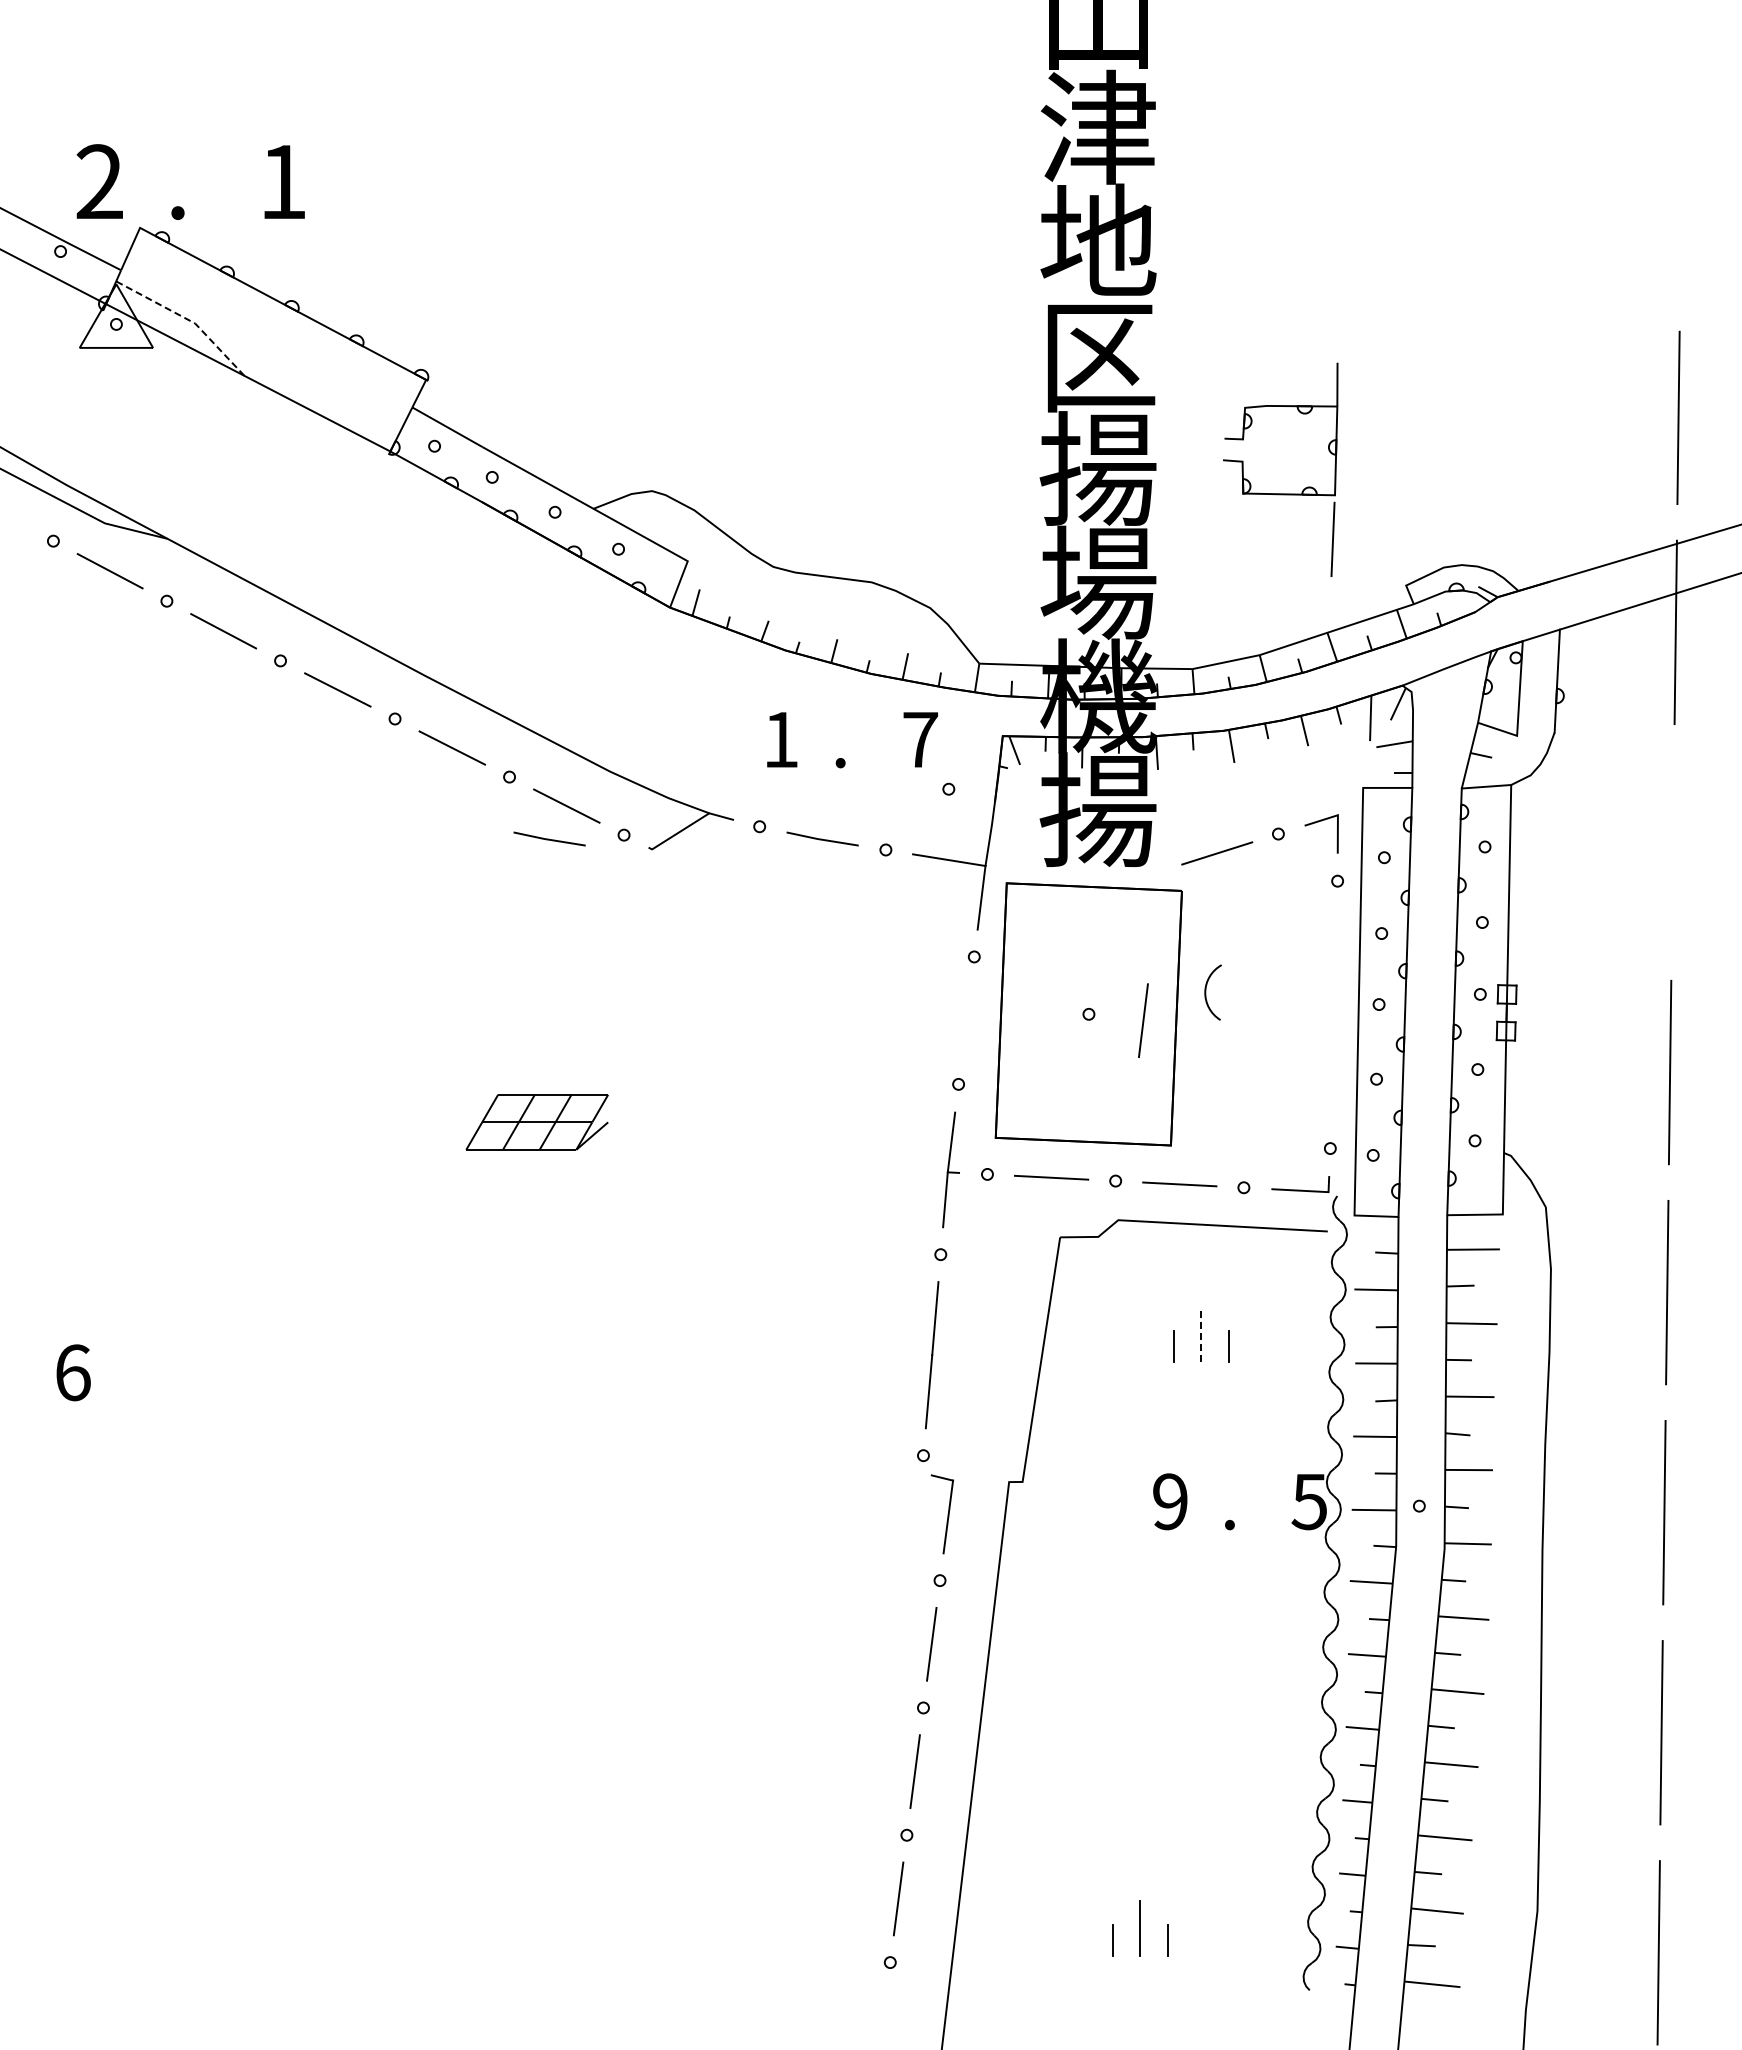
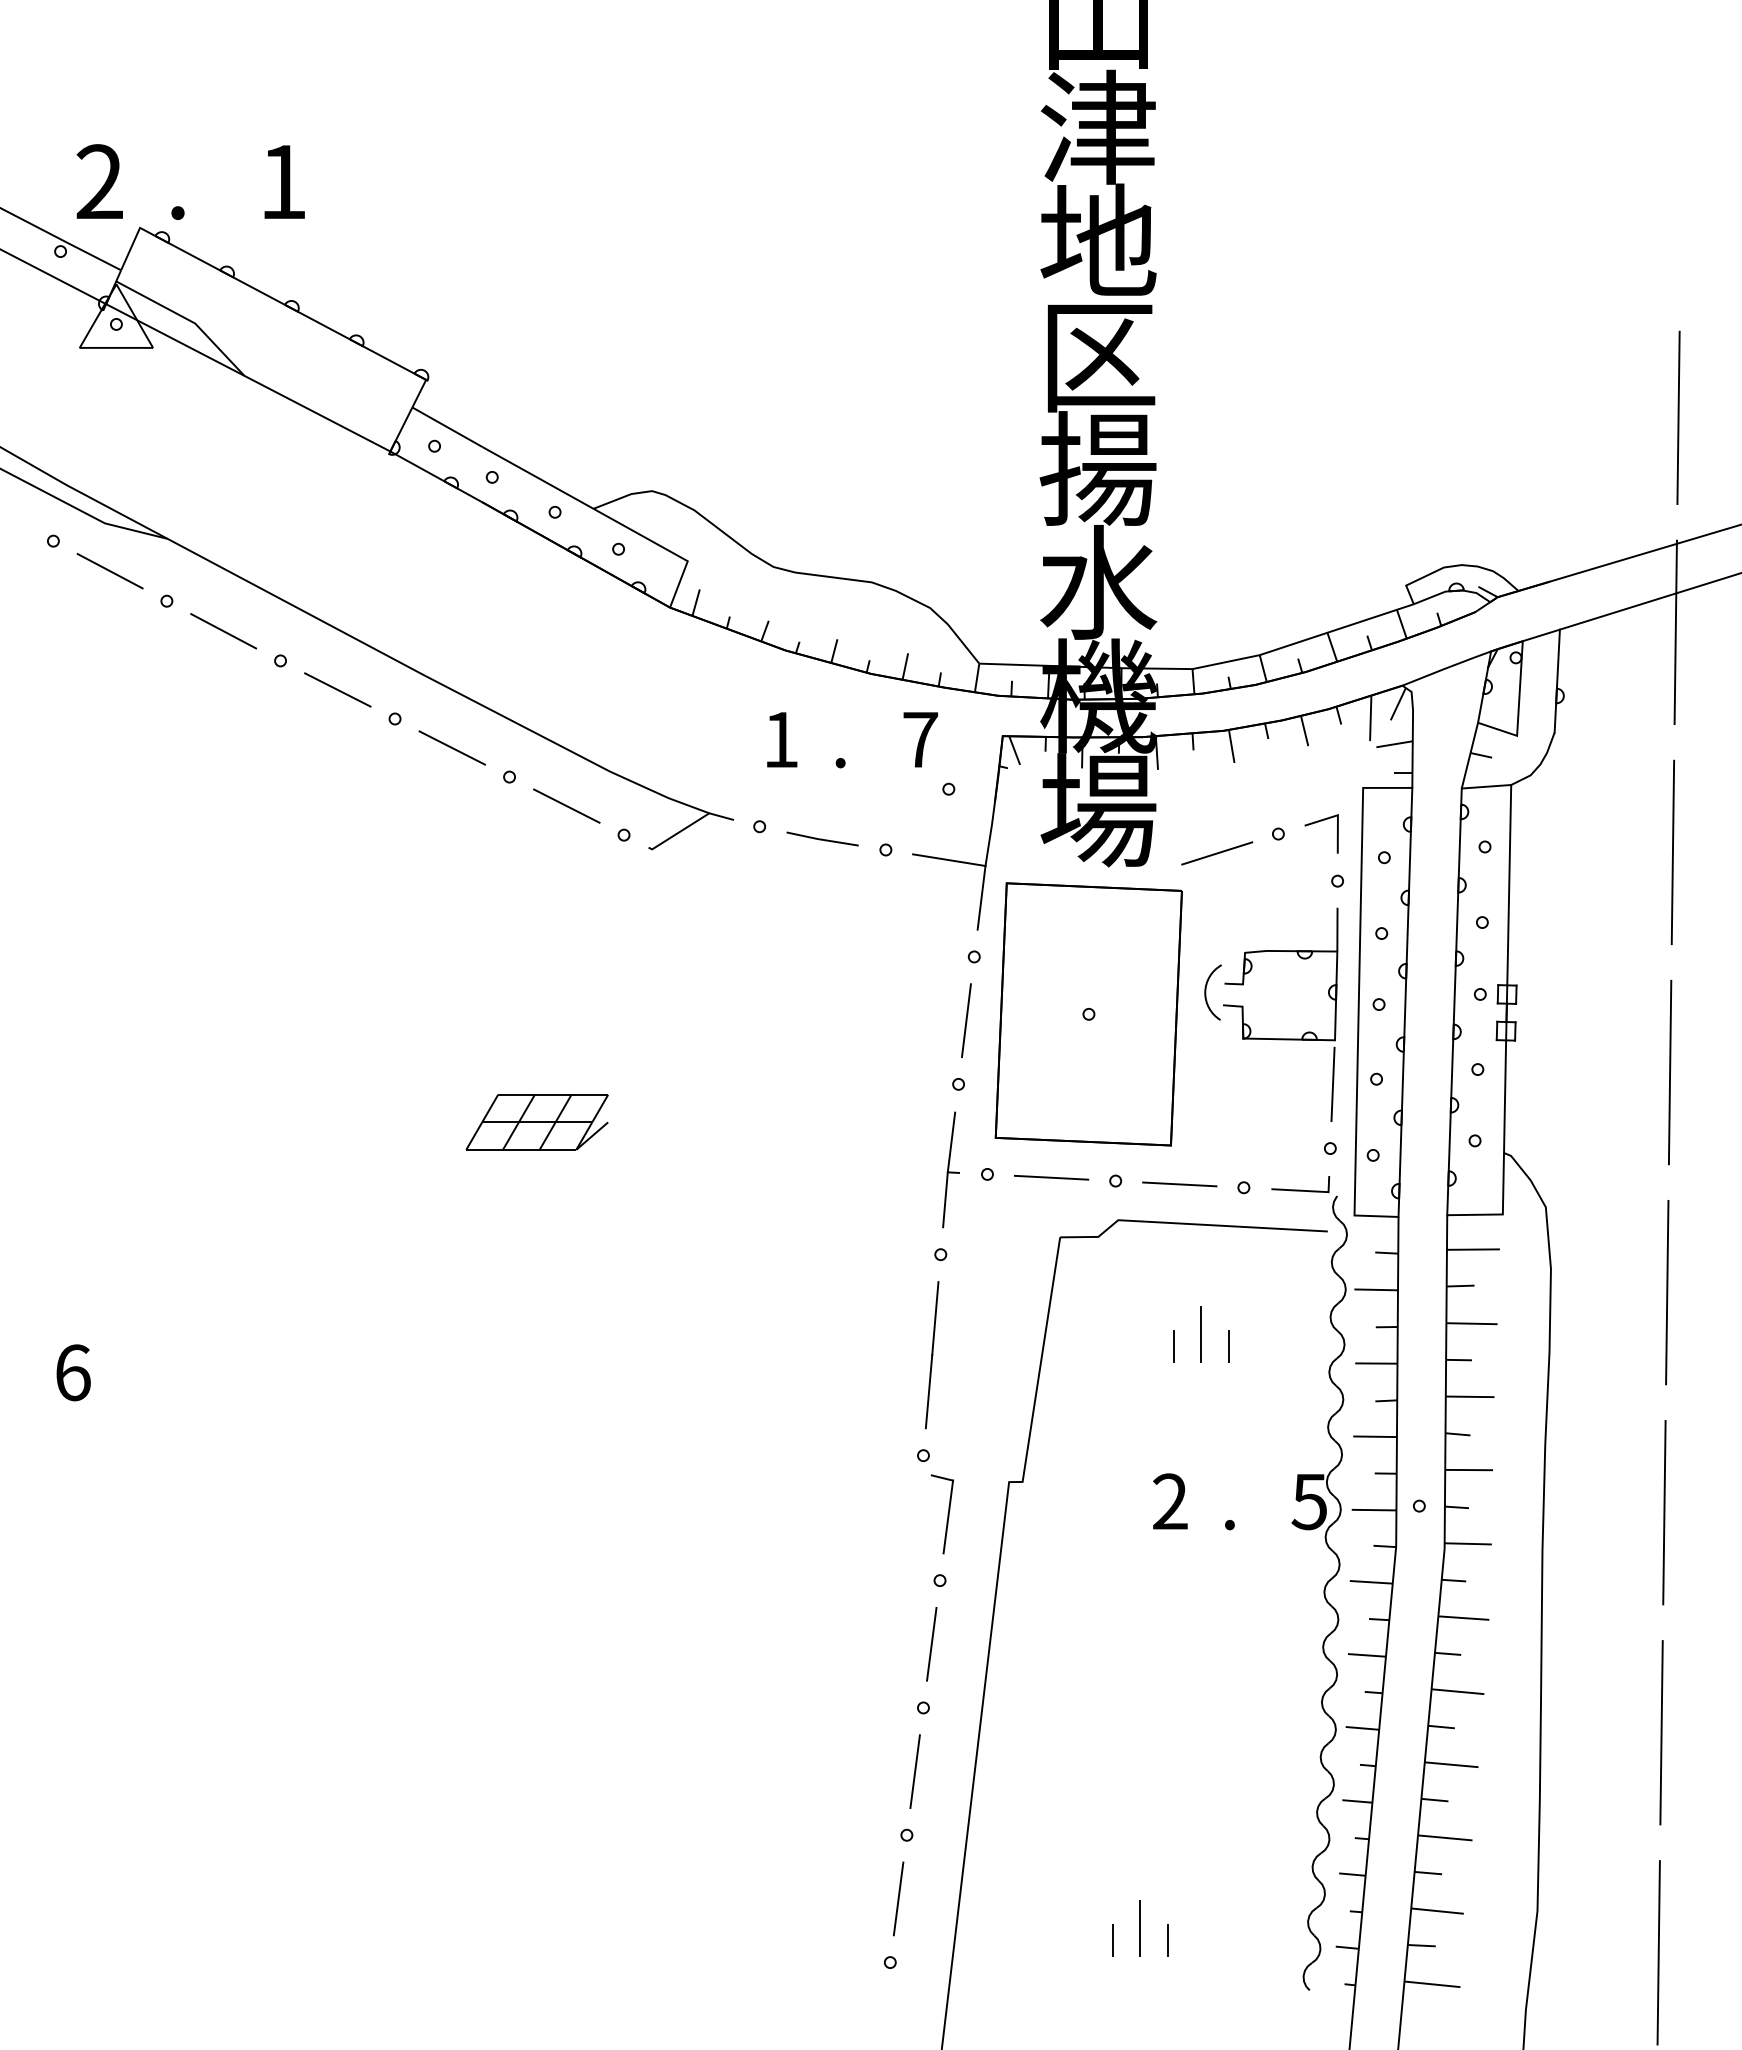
line at (187, 319): dashed -> solid
part at (1280, 493) position: (1280, 493) -> (1280, 1038)
text at (1098, 582): 場 -> 水
text at (1097, 809): 揚 -> 場
line at (549, 838): present -> none
line at (1672, 852): none -> present
line at (1143, 1020) position: (1143, 1020) -> (966, 1020)
line at (1201, 1334): dashed -> solid
text at (1170, 1501): 9 -> 2
